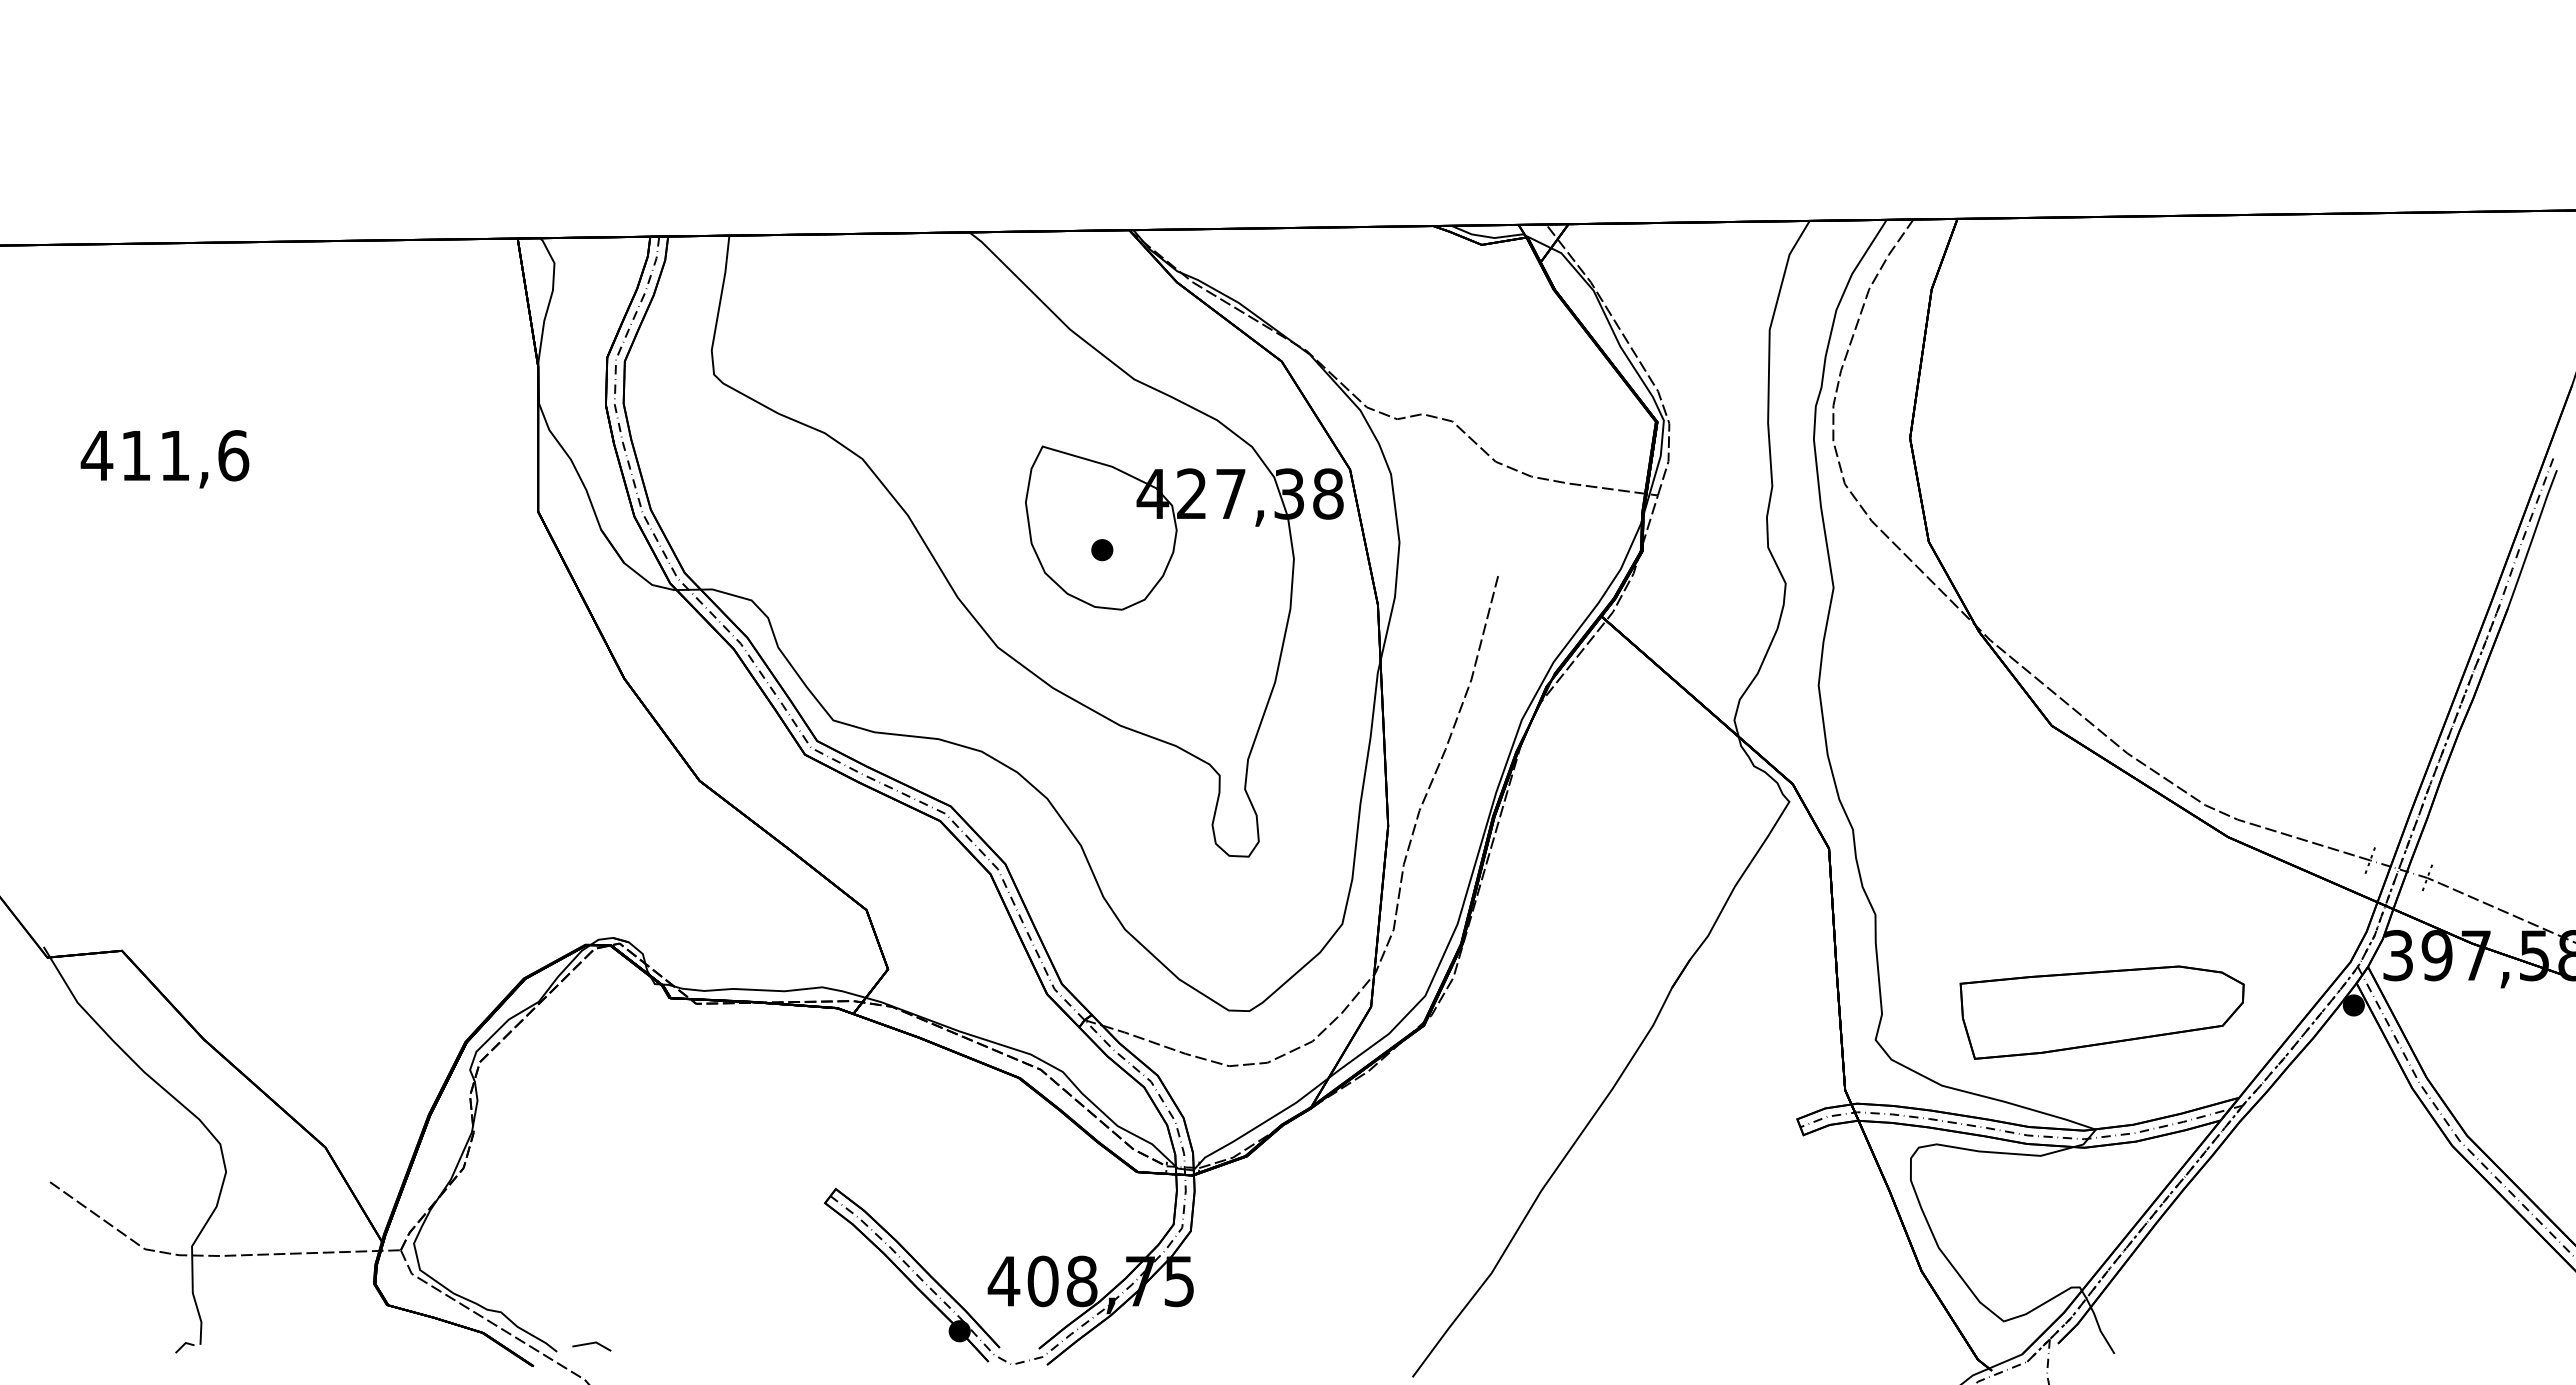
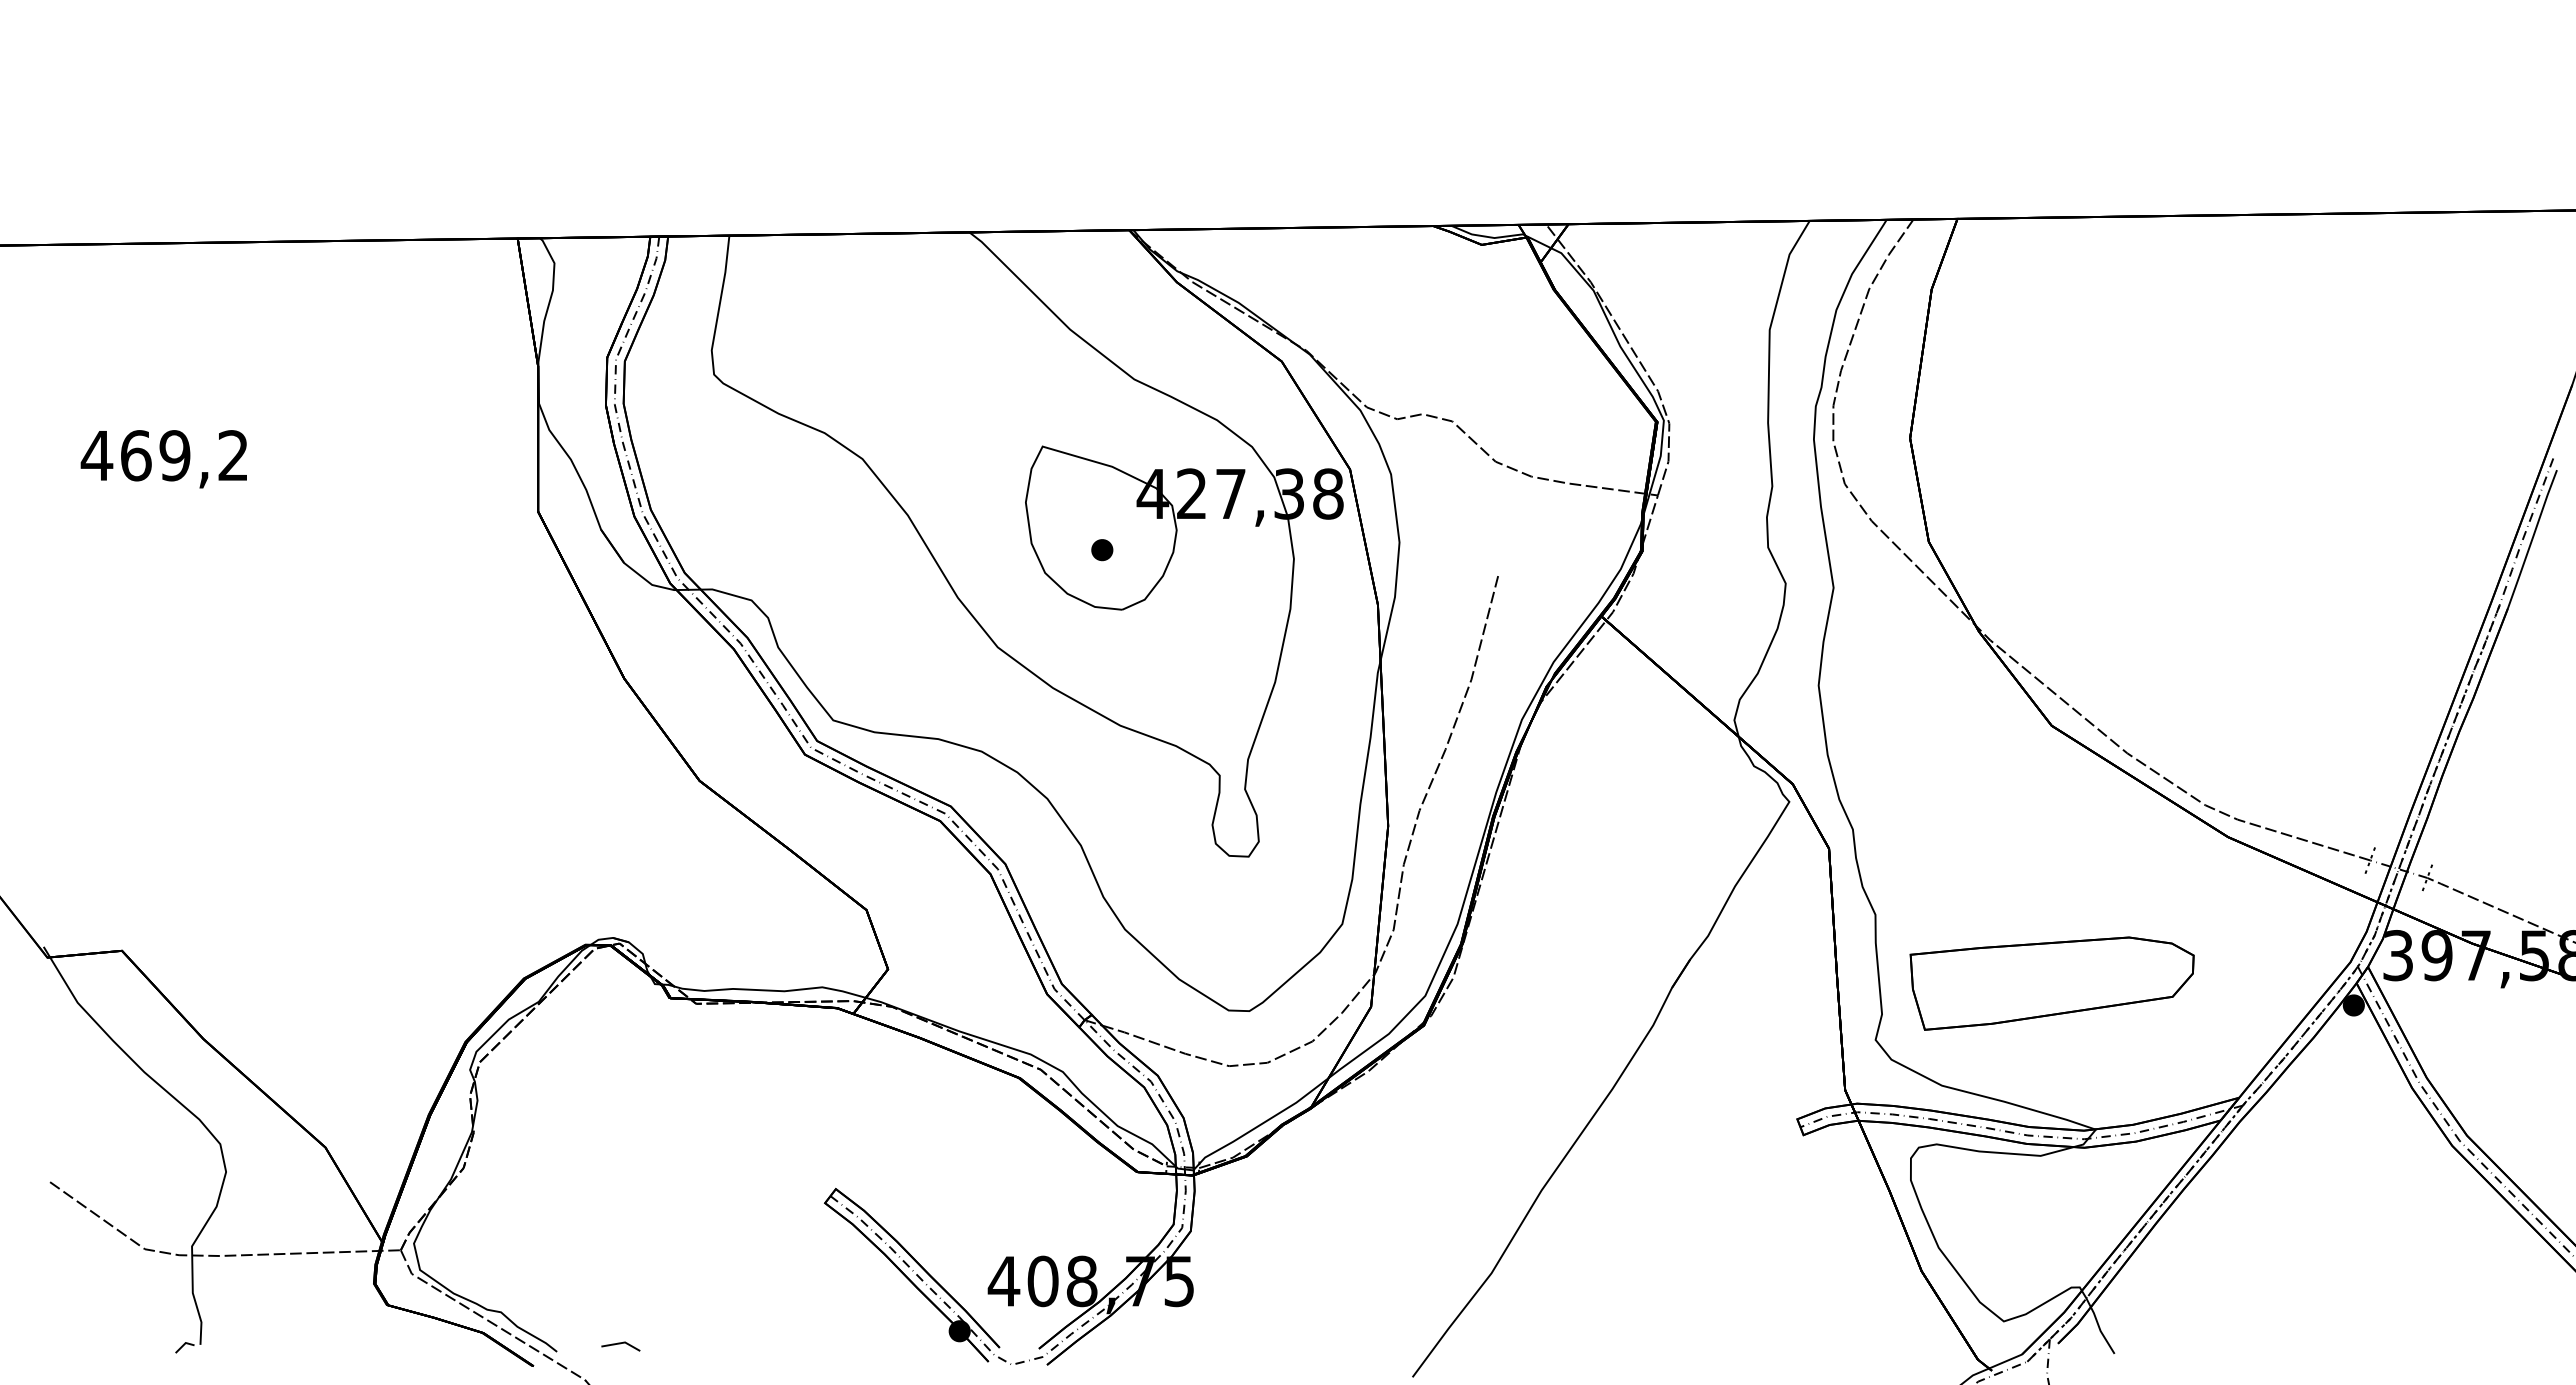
text at (185, 455): 411,6 -> 469,2
part at (2101, 1012) position: (2101, 1012) -> (2051, 983)
line at (591, 1344) position: (591, 1344) -> (620, 1344)
